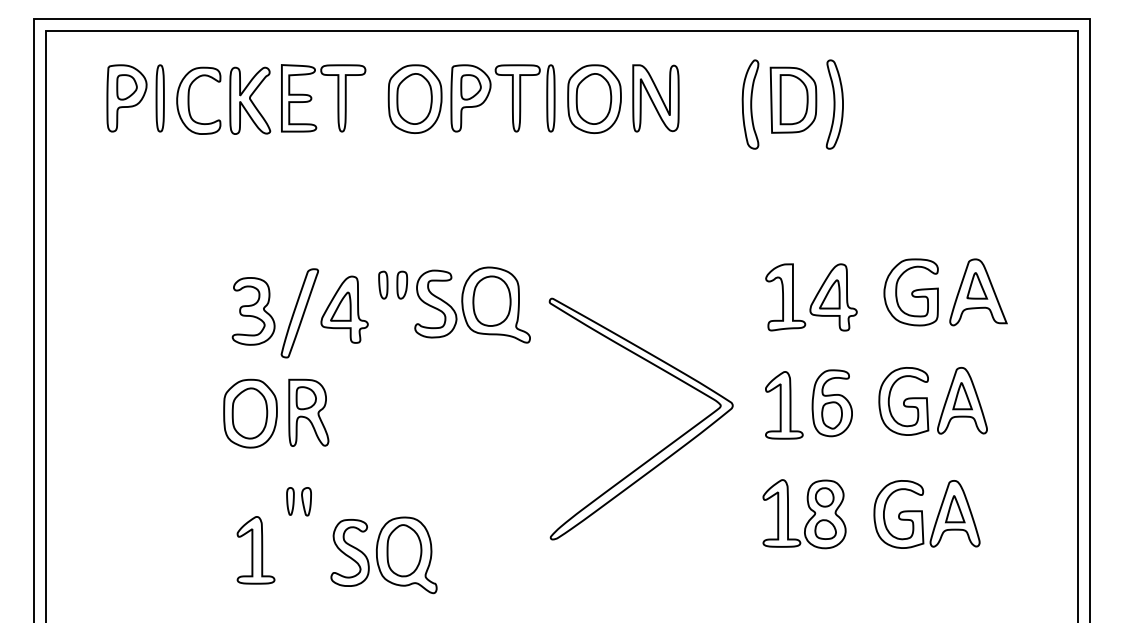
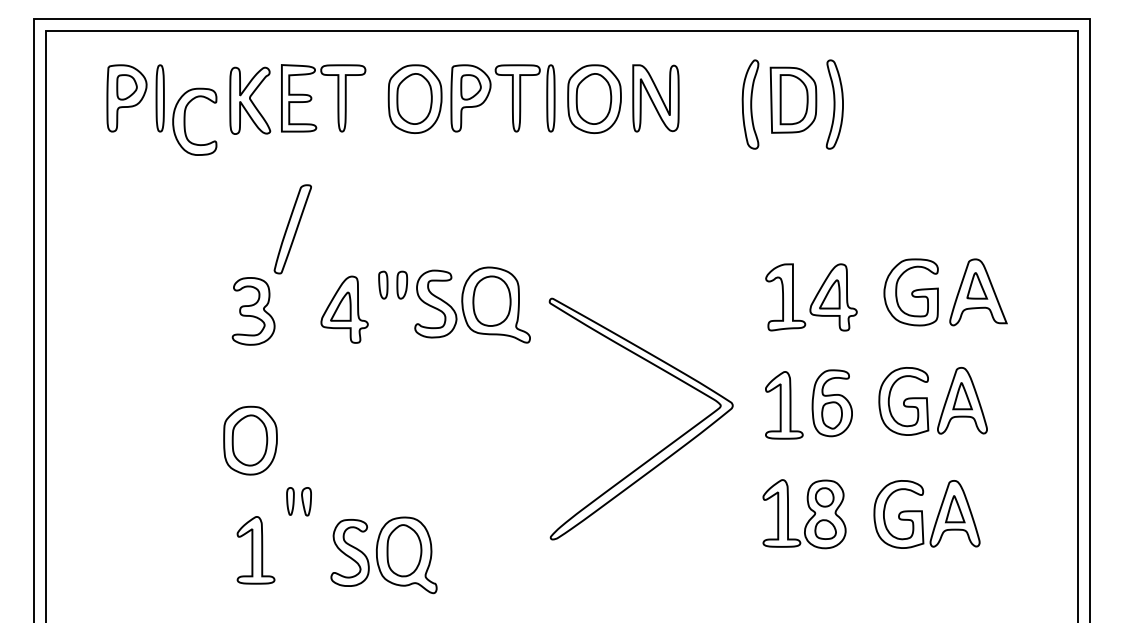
part at (189, 100) position: (189, 100) -> (185, 121)
part at (299, 313) position: (299, 313) -> (292, 229)
part at (308, 412): present -> none
part at (250, 413) position: (250, 413) -> (250, 440)
